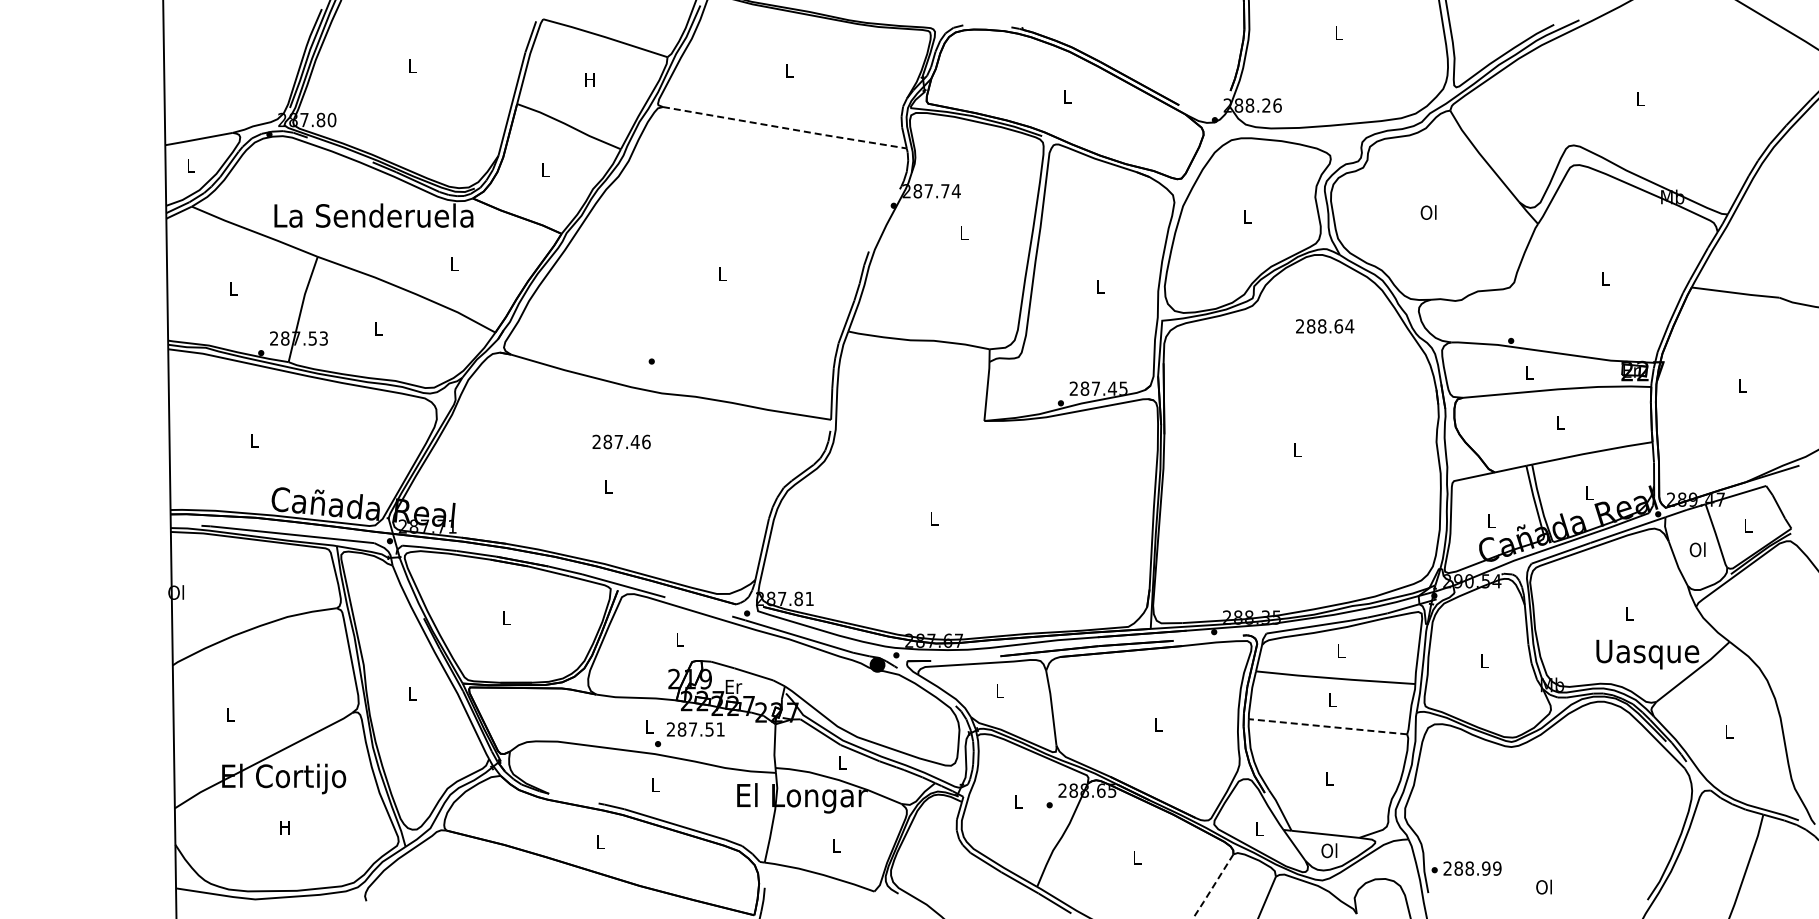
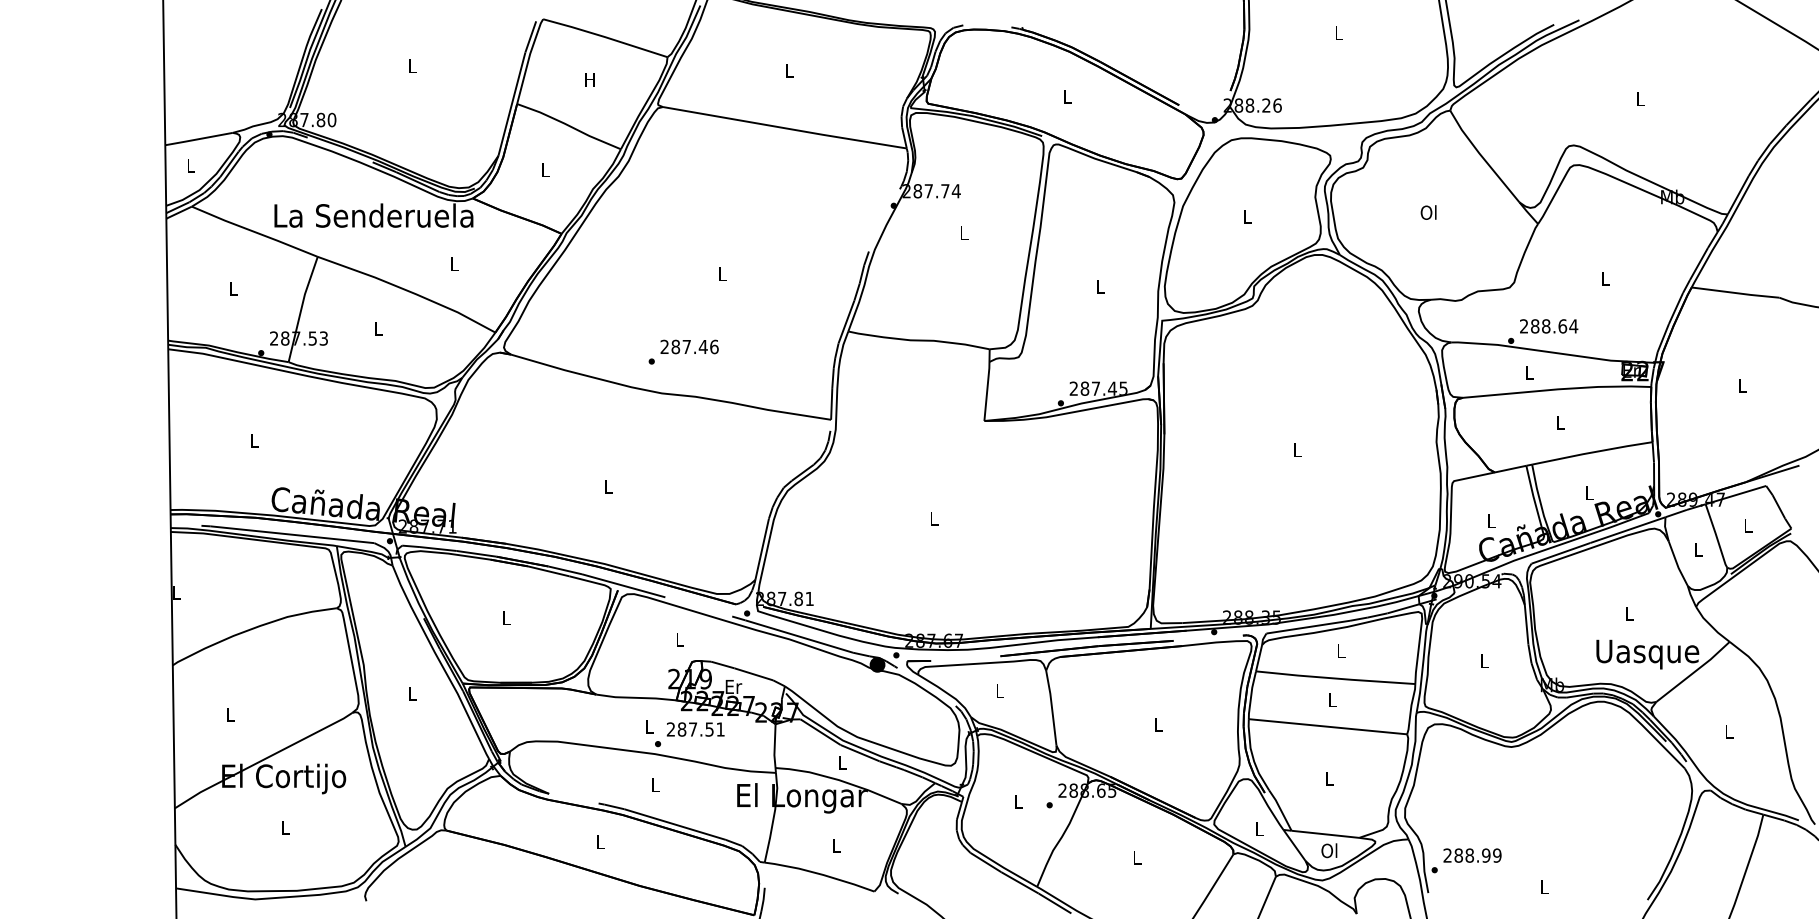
line at (786, 128): dashed -> solid
text at (1325, 326) position: (1325, 326) -> (1549, 326)
text at (621, 441) position: (621, 441) -> (689, 346)
text at (1697, 549): Ol -> L
text at (175, 592): Ol -> L
line at (1328, 726): dashed -> solid
text at (284, 827): H -> L
text at (1472, 868) position: (1472, 868) -> (1472, 855)
text at (1543, 886): Ol -> L
line at (1212, 887): dashed -> solid
